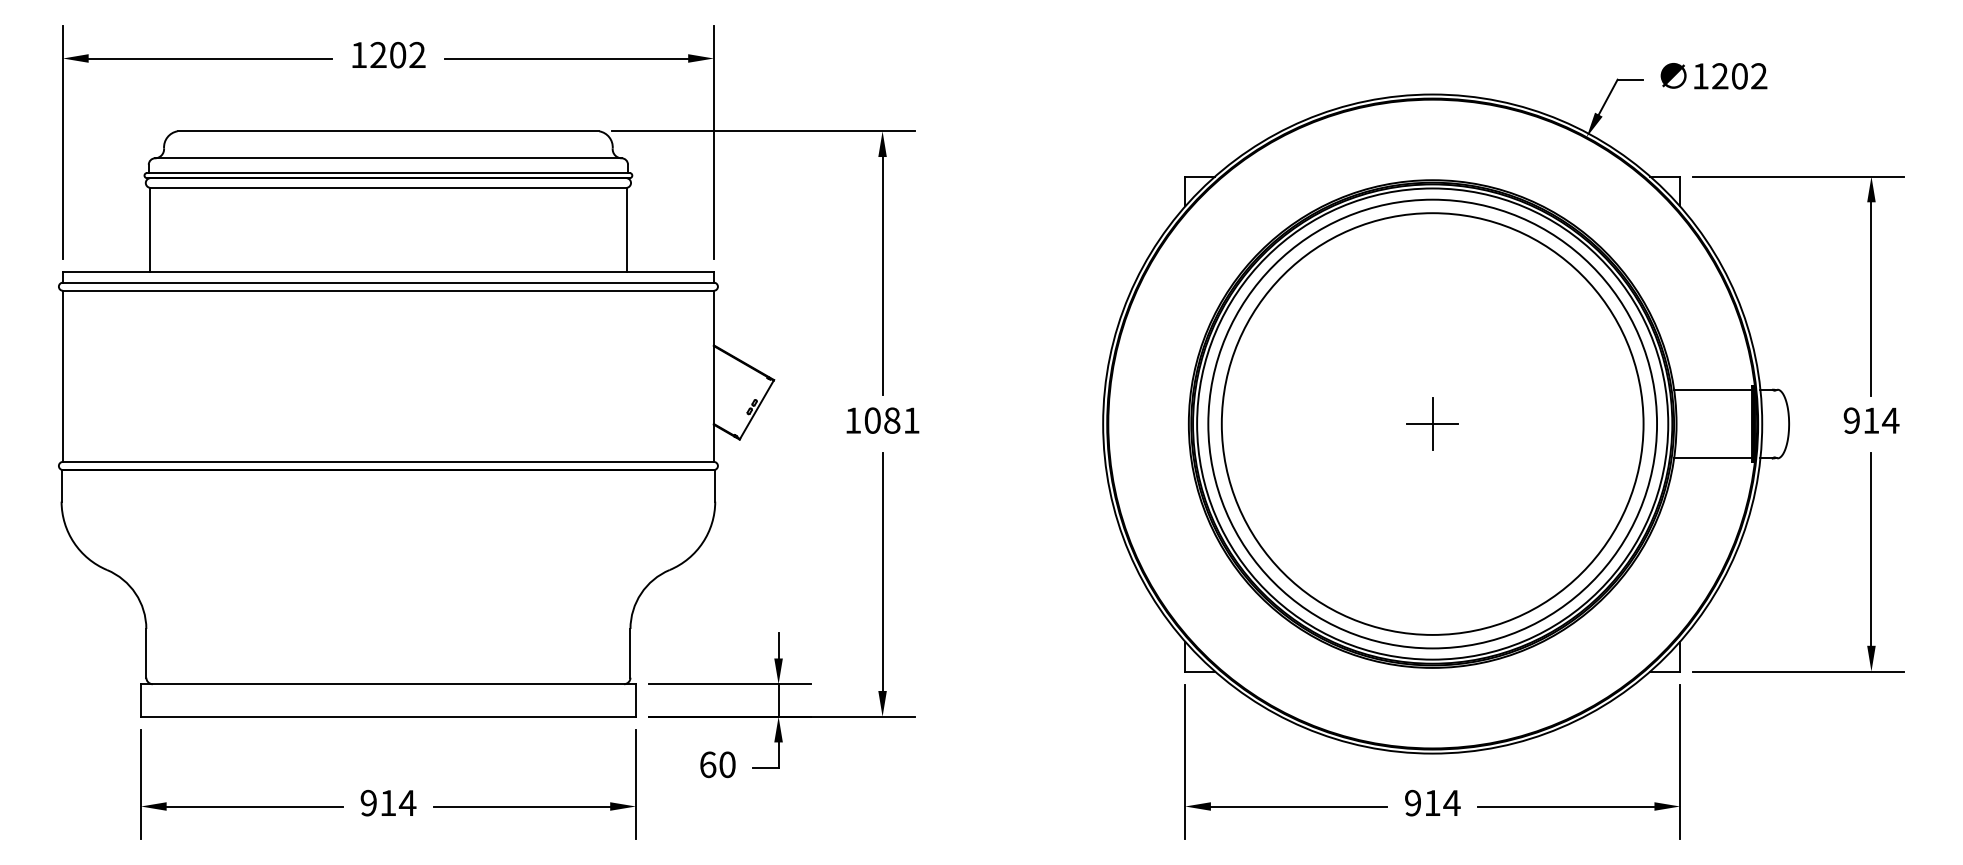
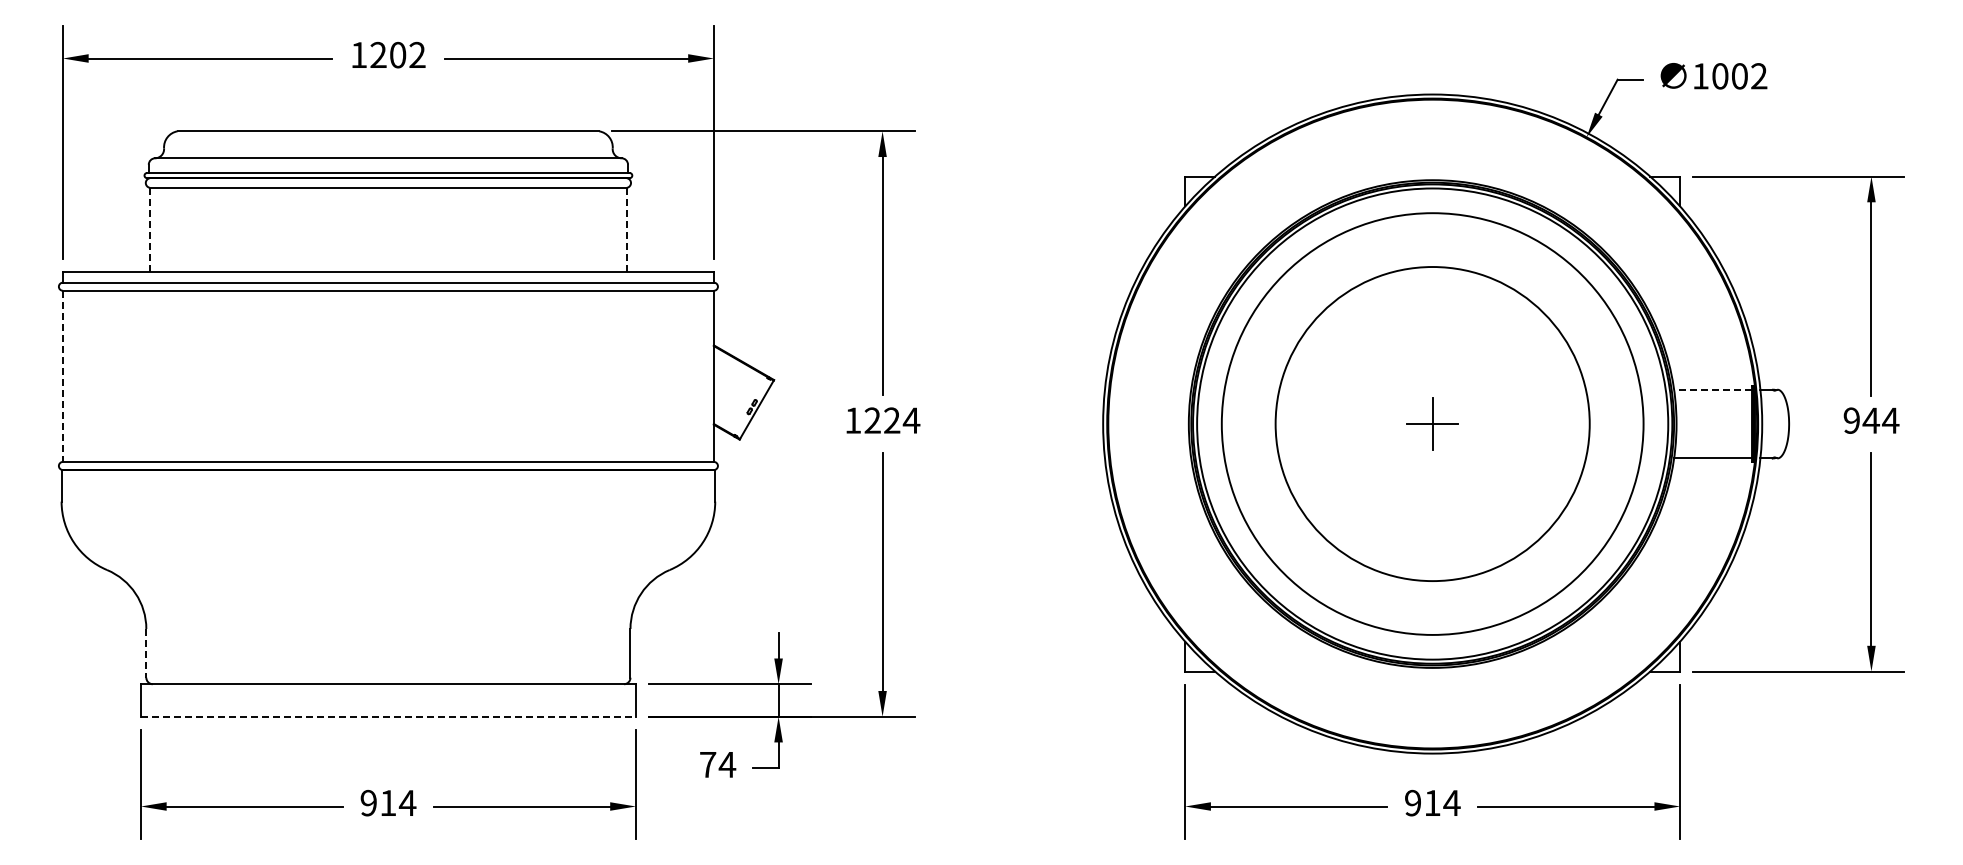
text at (1720, 76): 1202 -> 1002
line at (149, 229): solid -> dashed
line at (626, 229): solid -> dashed
line at (62, 376): solid -> dashed
line at (1712, 389): solid -> dashed
text at (892, 420): 1081 -> 1224
text at (1871, 420): 914 -> 944
circle at (1432, 423) diameter: 449 px -> 314 px
line at (146, 653): solid -> dashed
line at (388, 716): solid -> dashed
text at (718, 764): 60 -> 74
